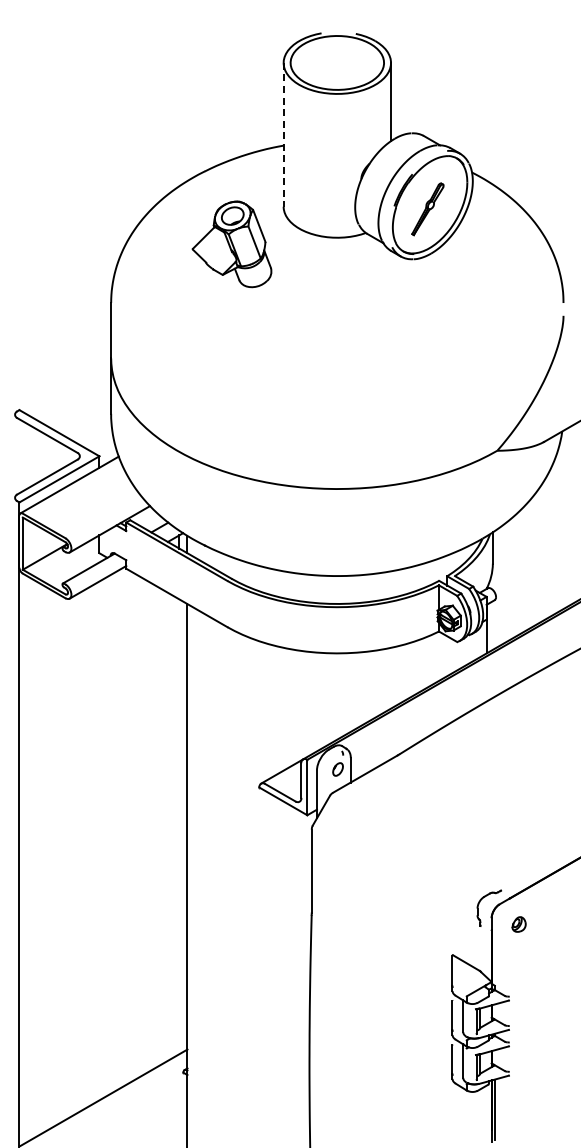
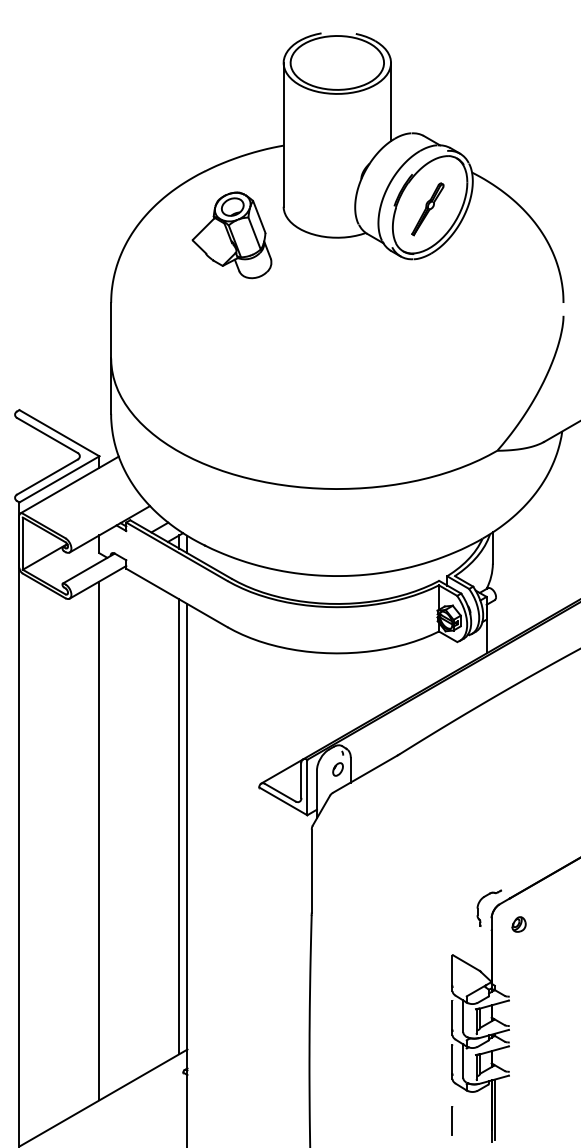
line at (283, 134): dashed -> solid
part at (231, 244) position: (231, 244) -> (231, 235)
line at (179, 826): none -> present
line at (99, 840): none -> present
line at (452, 1120): none -> present
